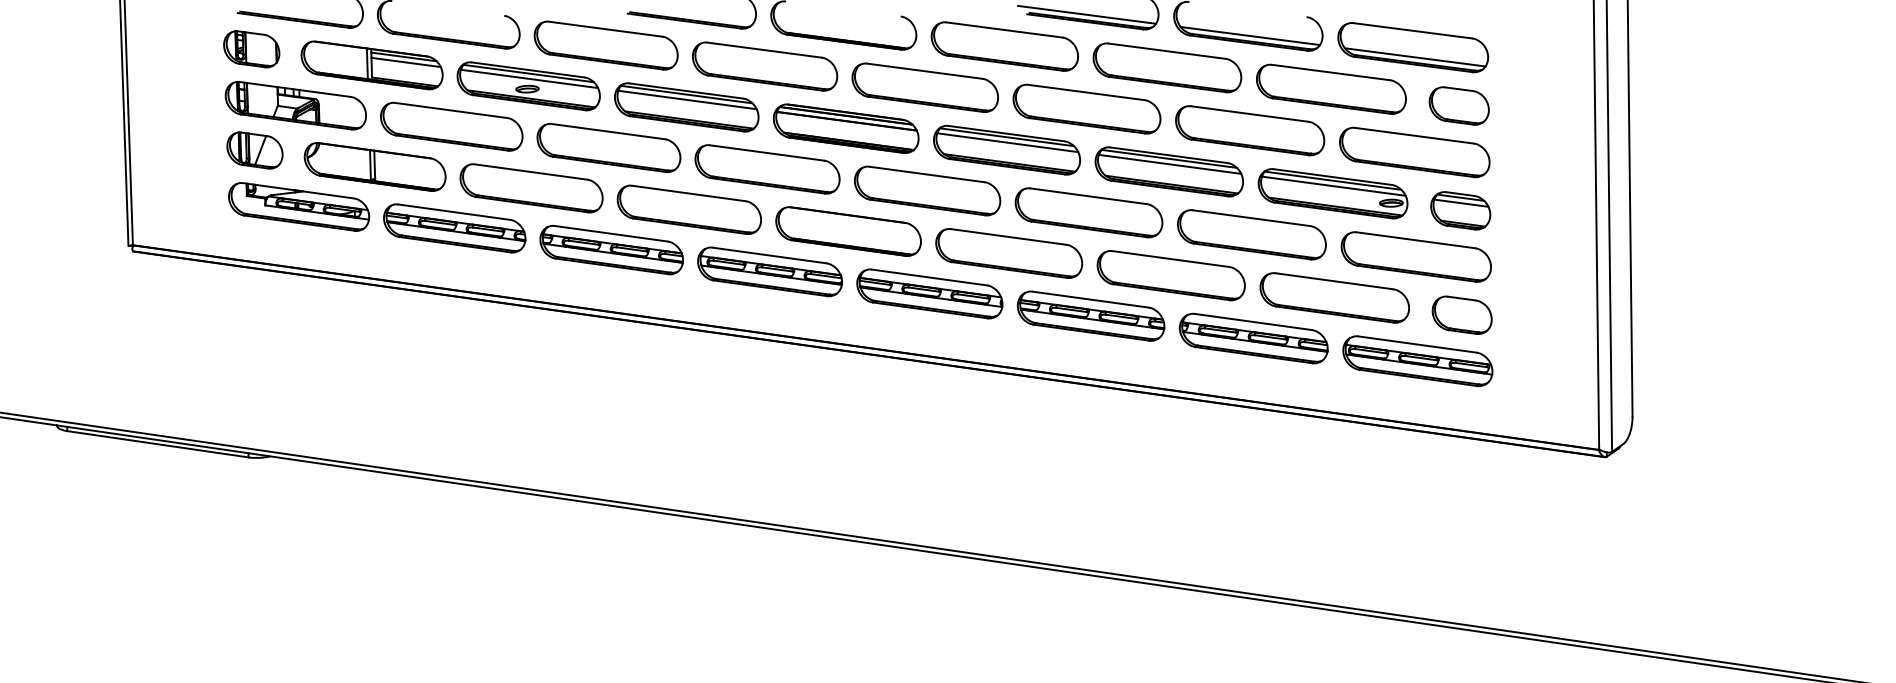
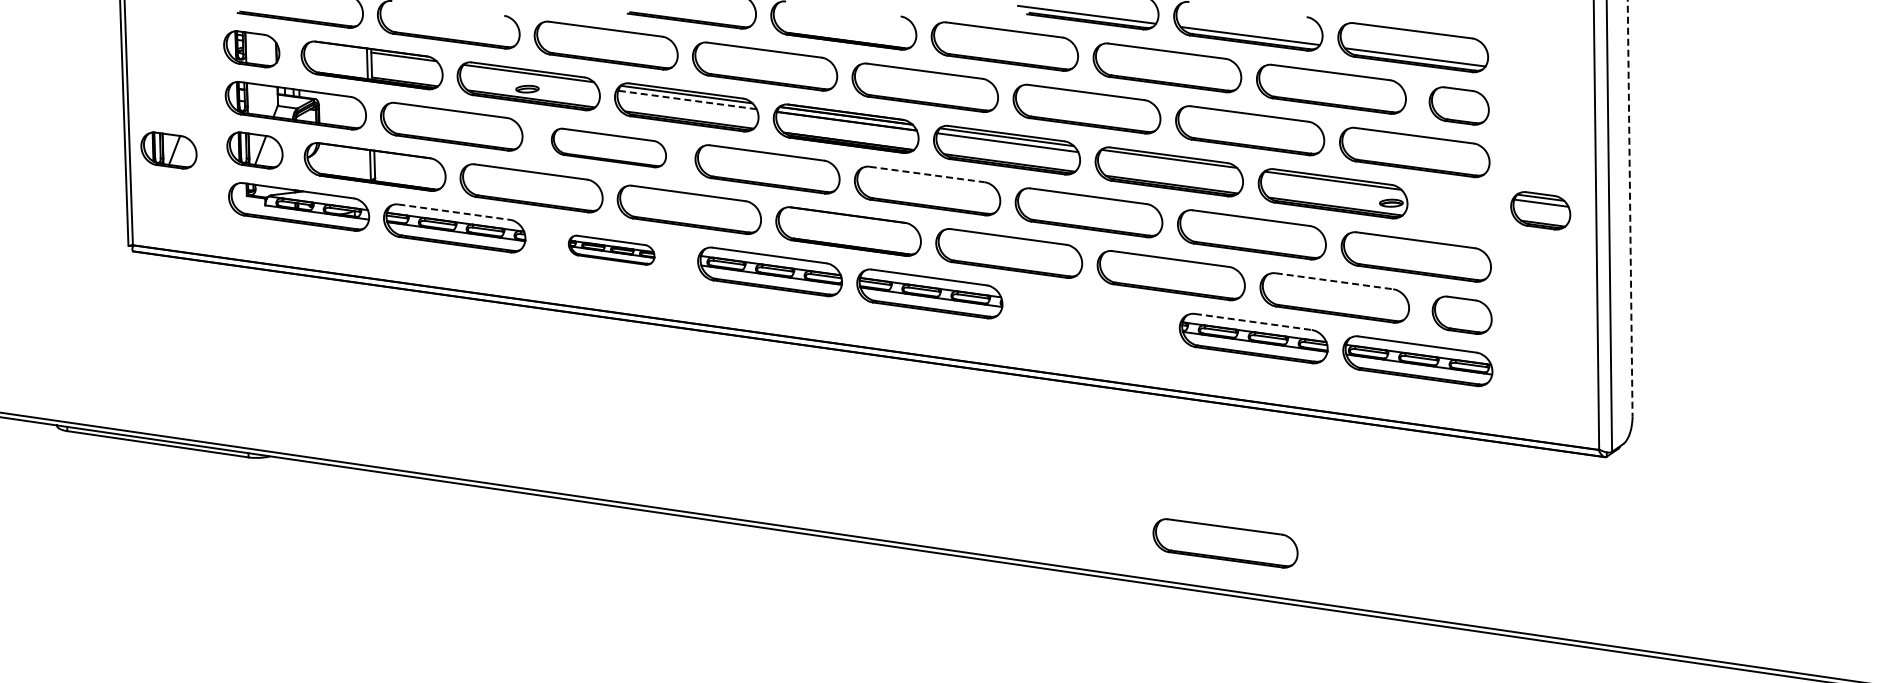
line at (405, 62): present -> none
line at (529, 78): present -> none
line at (687, 100): solid -> dashed
part at (608, 147) size: 146x50 px -> 117x42 px
part at (168, 150): none -> present
line at (1169, 163): present -> none
line at (927, 174): solid -> dashed
line at (1333, 185): present -> none
line at (1630, 208): solid -> dashed
part at (1460, 210) position: (1460, 210) -> (1540, 210)
line at (454, 212): solid -> dashed
part at (611, 250) size: 145x51 px -> 89x32 px
line at (1334, 281): solid -> dashed
part at (1090, 315): present -> none
line at (1253, 321): solid -> dashed
part at (1225, 543): none -> present
